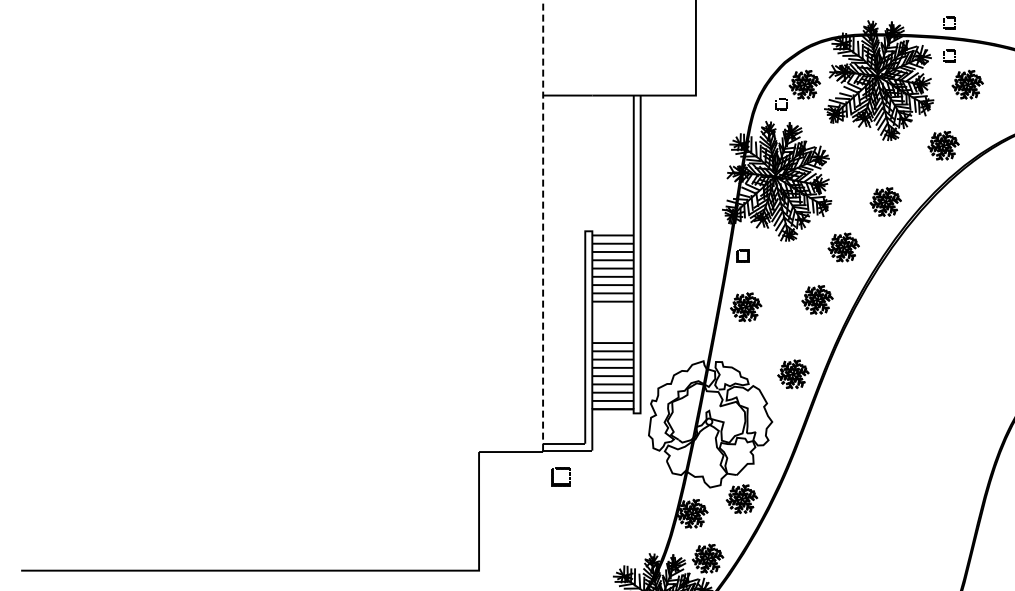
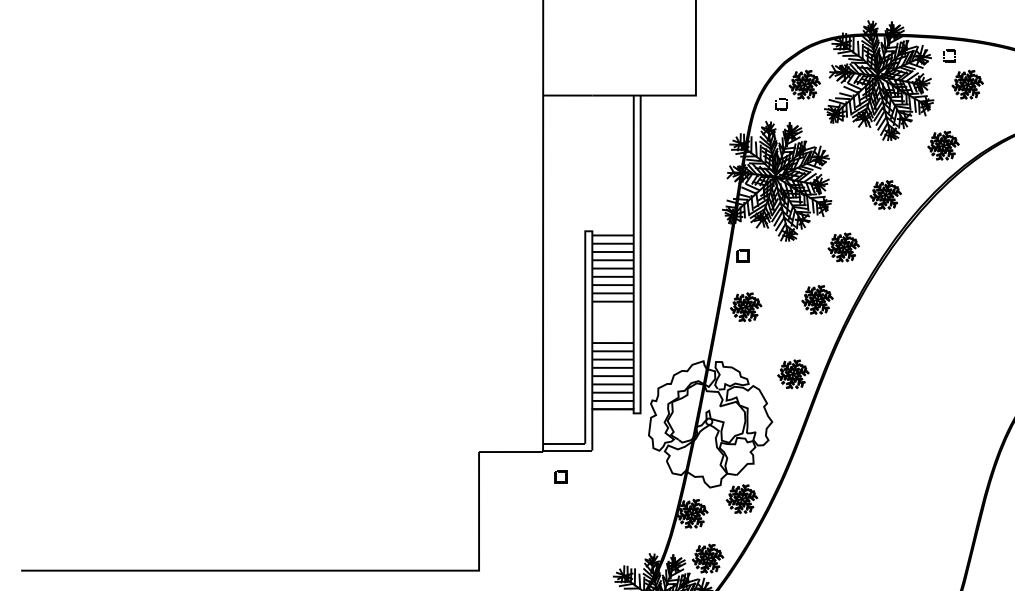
part at (949, 22): present -> none
part at (885, 201) position: (885, 201) -> (885, 194)
line at (543, 225): dashed -> solid
part at (560, 476) size: 20x20 px -> 14x14 px
